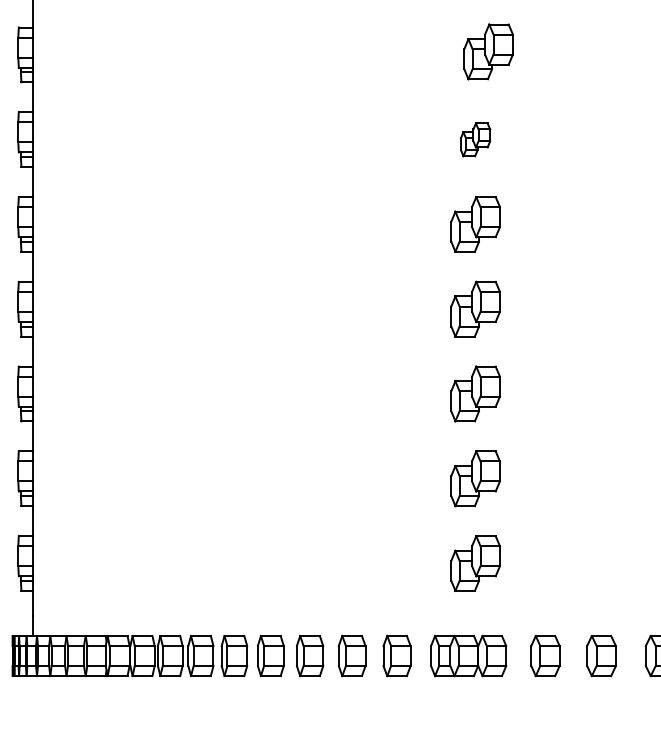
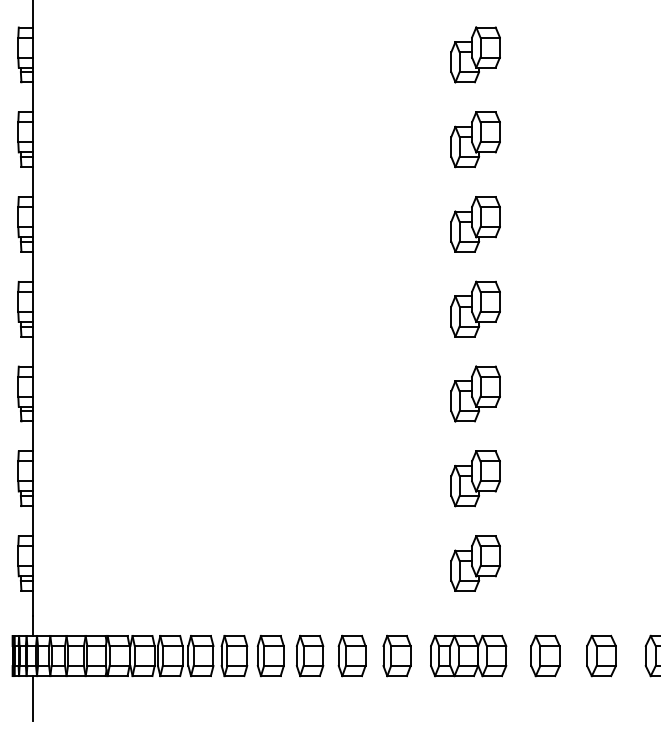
part at (488, 51) position: (488, 51) -> (475, 54)
part at (475, 139) size: 32x36 px -> 51x58 px
line at (32, 698): none -> present
